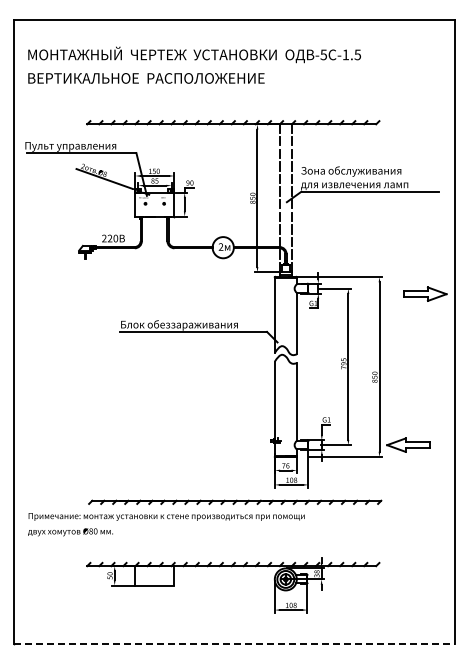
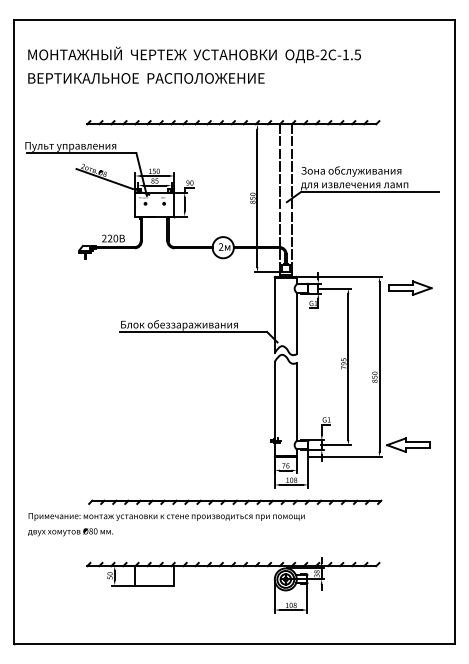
text at (323, 54): -5 -> -2
part at (425, 293) position: (425, 293) -> (410, 287)
line at (234, 644): dashed -> solid
